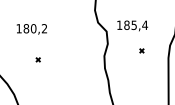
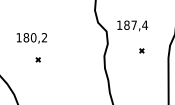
text at (133, 25): 185,4 -> 187,4
text at (31, 29) position: (31, 29) -> (31, 38)
